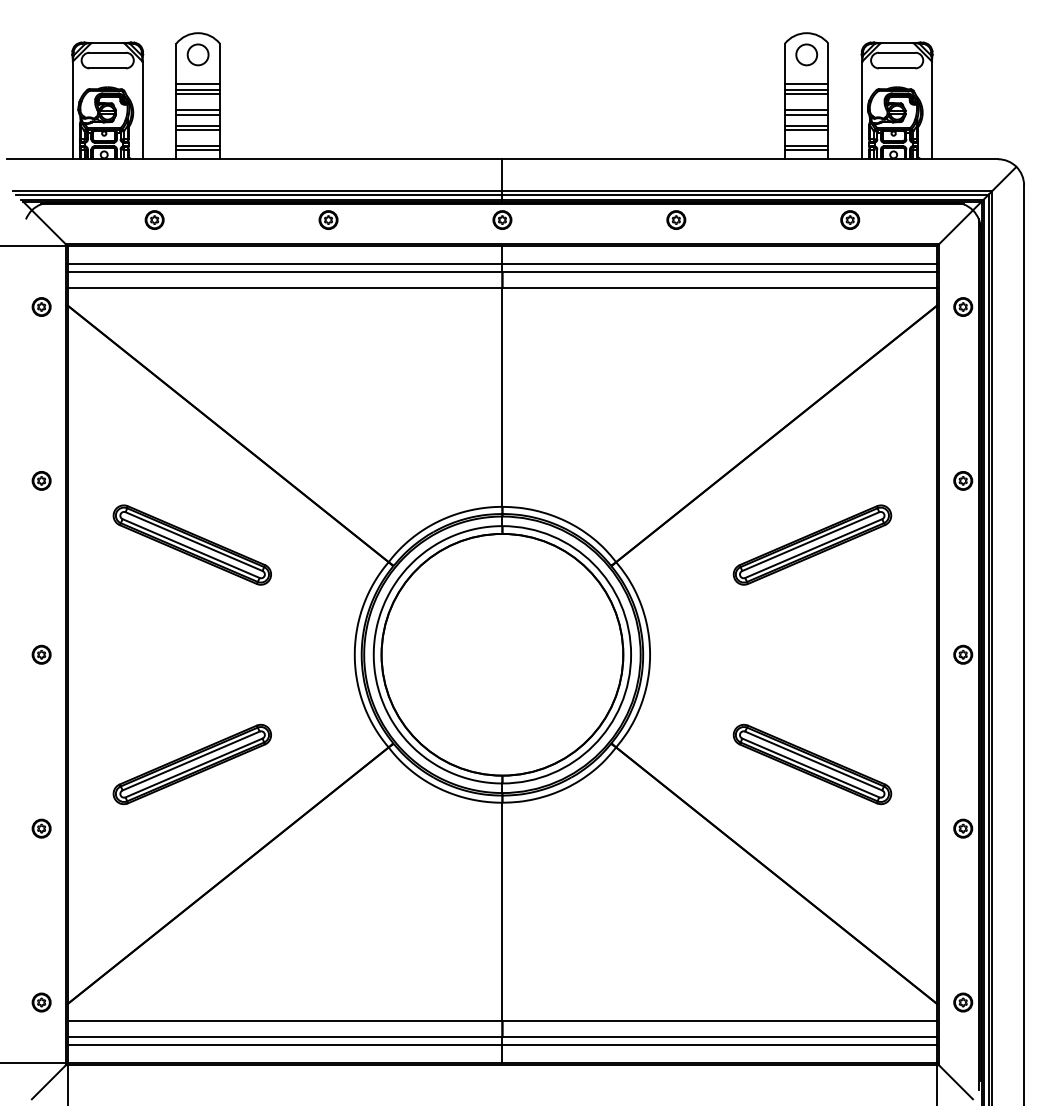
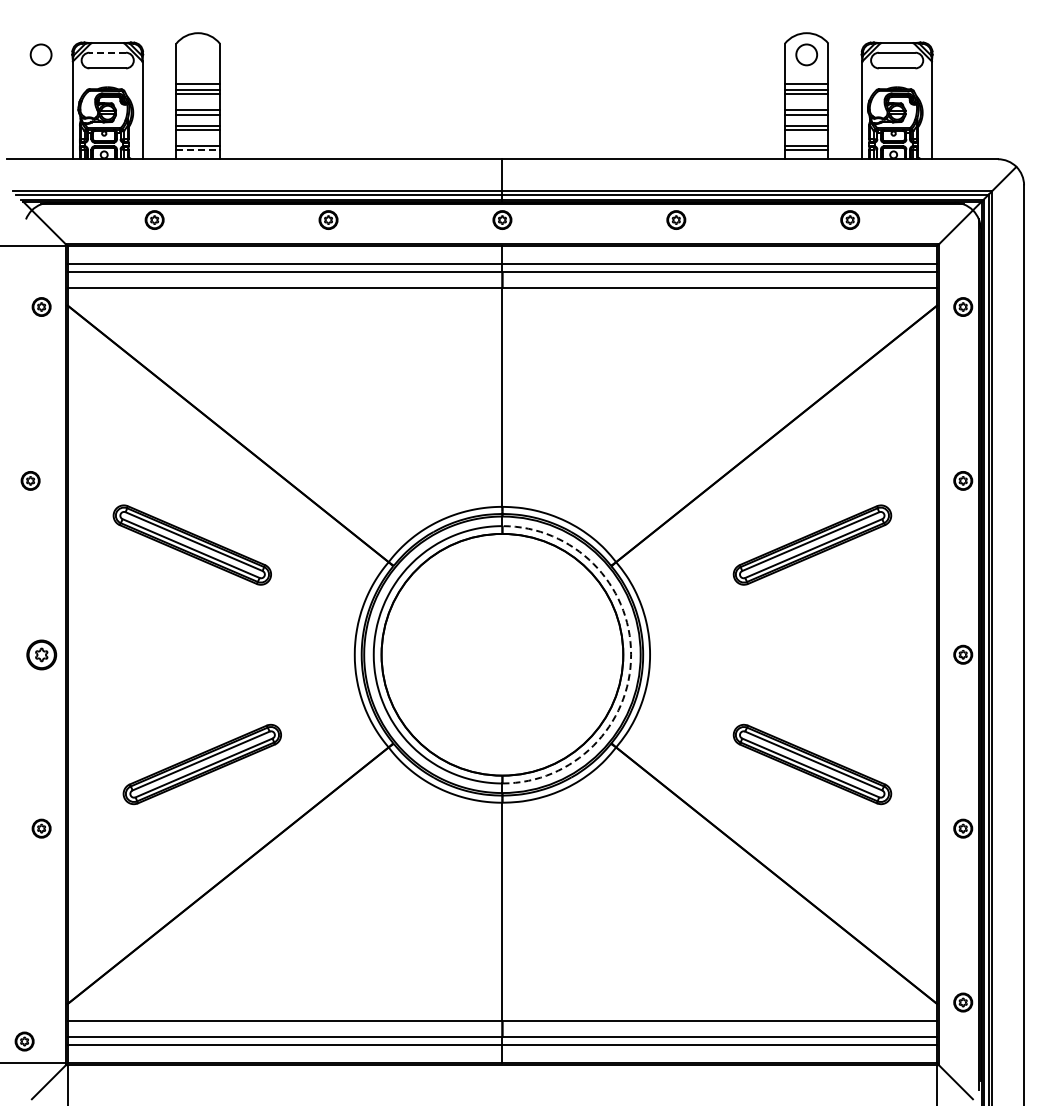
line at (107, 52): solid -> dashed
circle at (197, 54) position: (197, 54) -> (40, 54)
line at (198, 150): solid -> dashed
part at (41, 480) position: (41, 480) -> (30, 480)
part at (41, 654) size: 21x21 px -> 32x32 px
arc at (631, 654): solid -> dashed
part at (191, 764) position: (191, 764) -> (201, 764)
part at (41, 1002) position: (41, 1002) -> (24, 1041)
